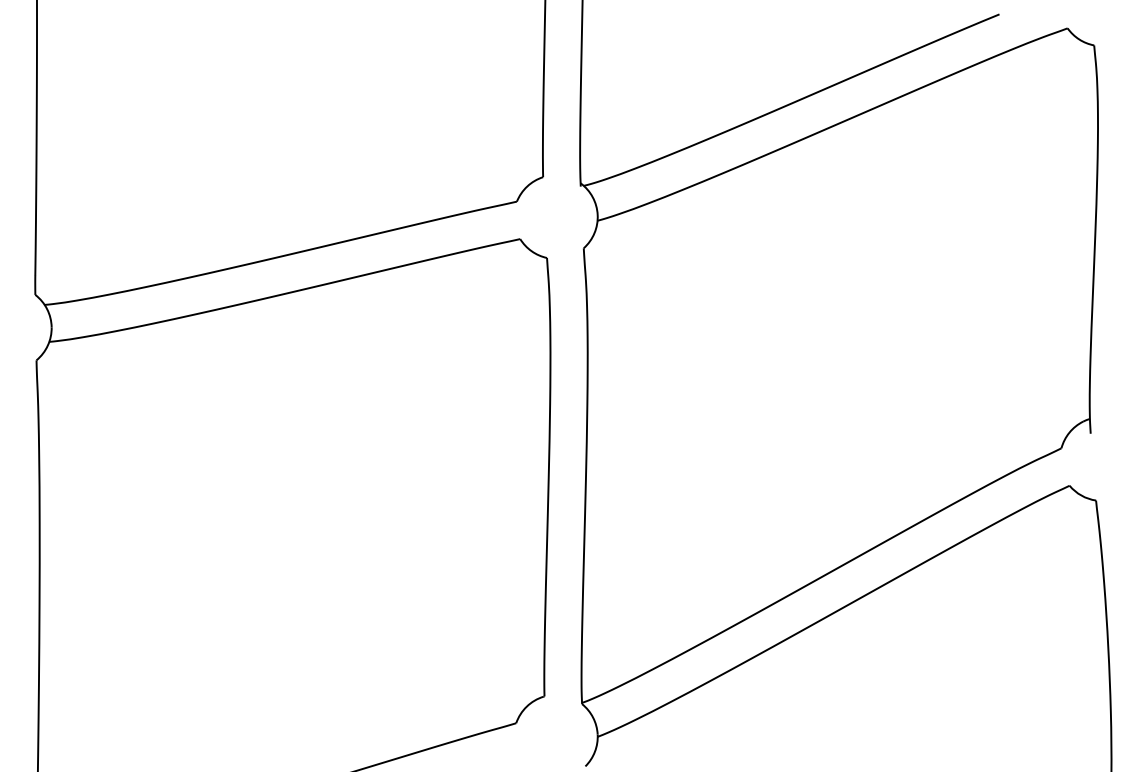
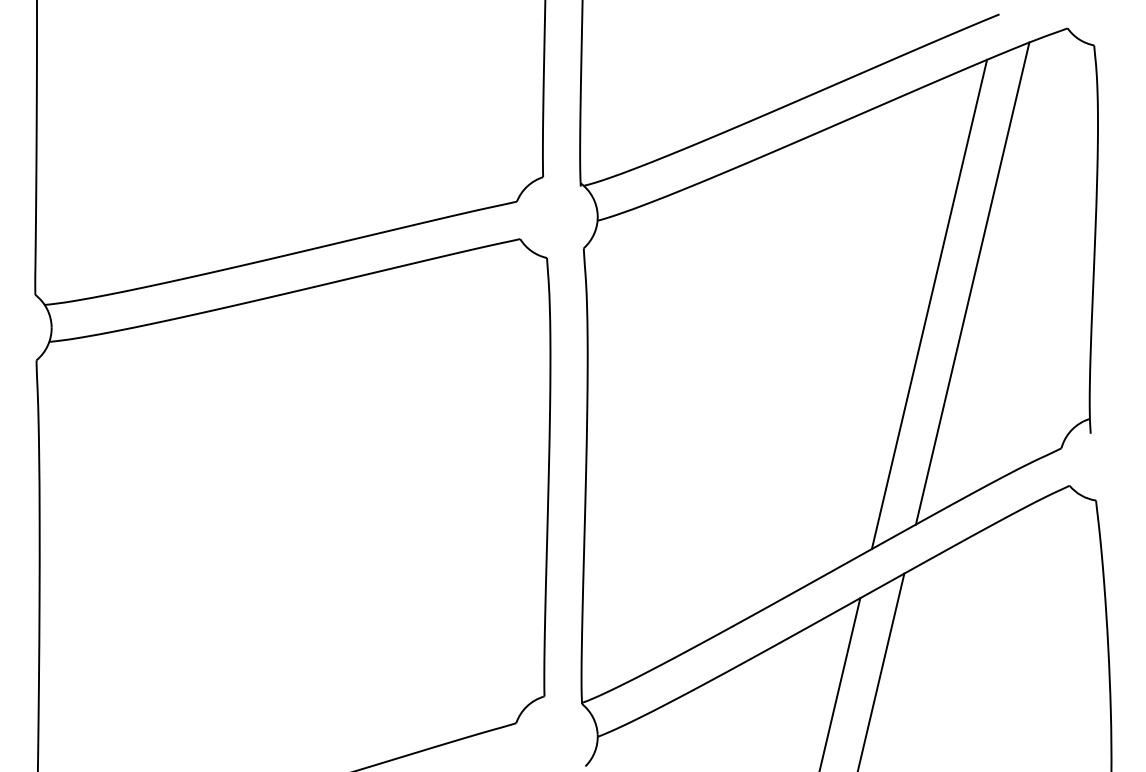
line at (972, 283): none -> present
line at (929, 304): none -> present
line at (881, 670): none -> present
line at (840, 683): none -> present
